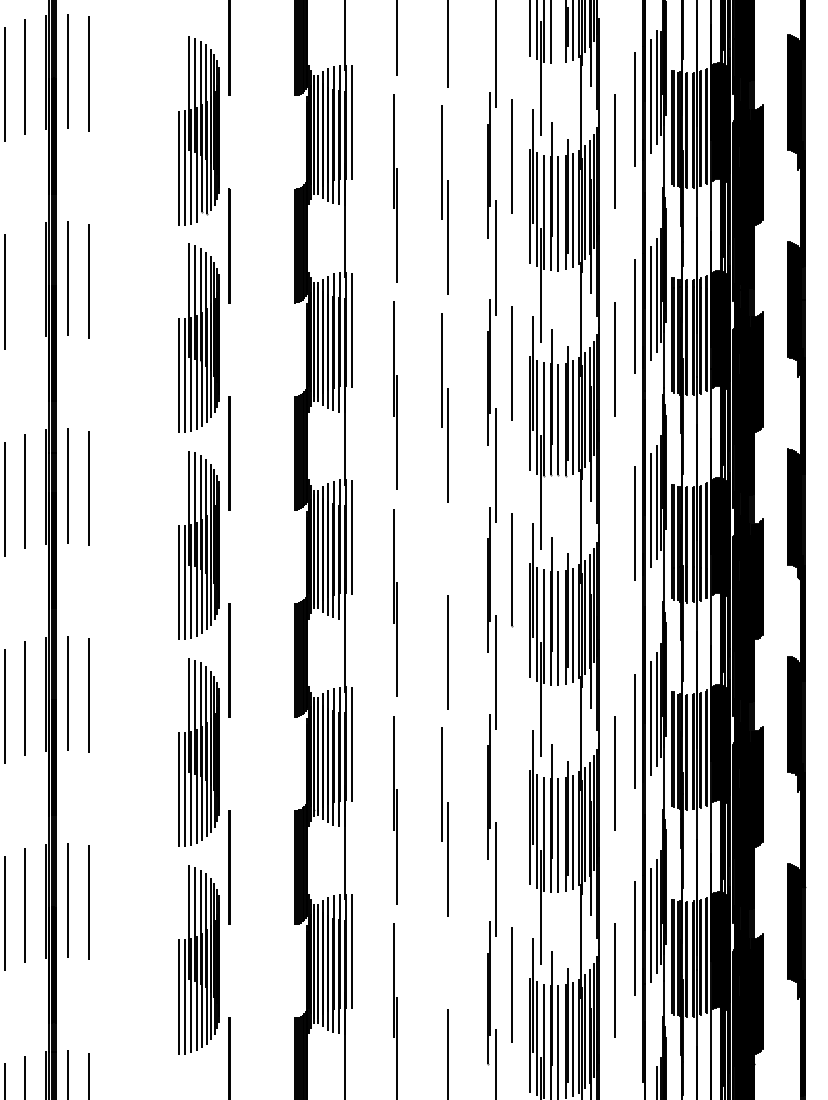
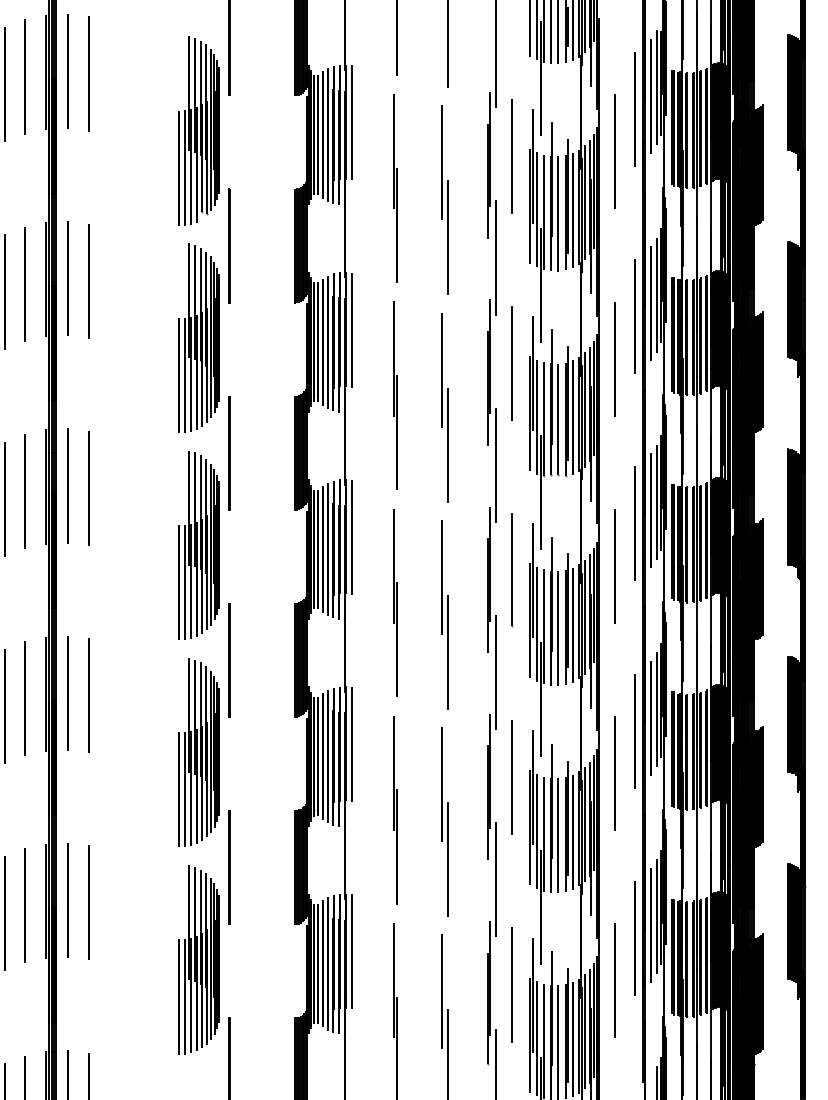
line at (558, 33): none -> present
line at (24, 284): none -> present
line at (615, 565): none -> present
line at (442, 576): none -> present
line at (512, 777): none -> present
line at (442, 991): none -> present
